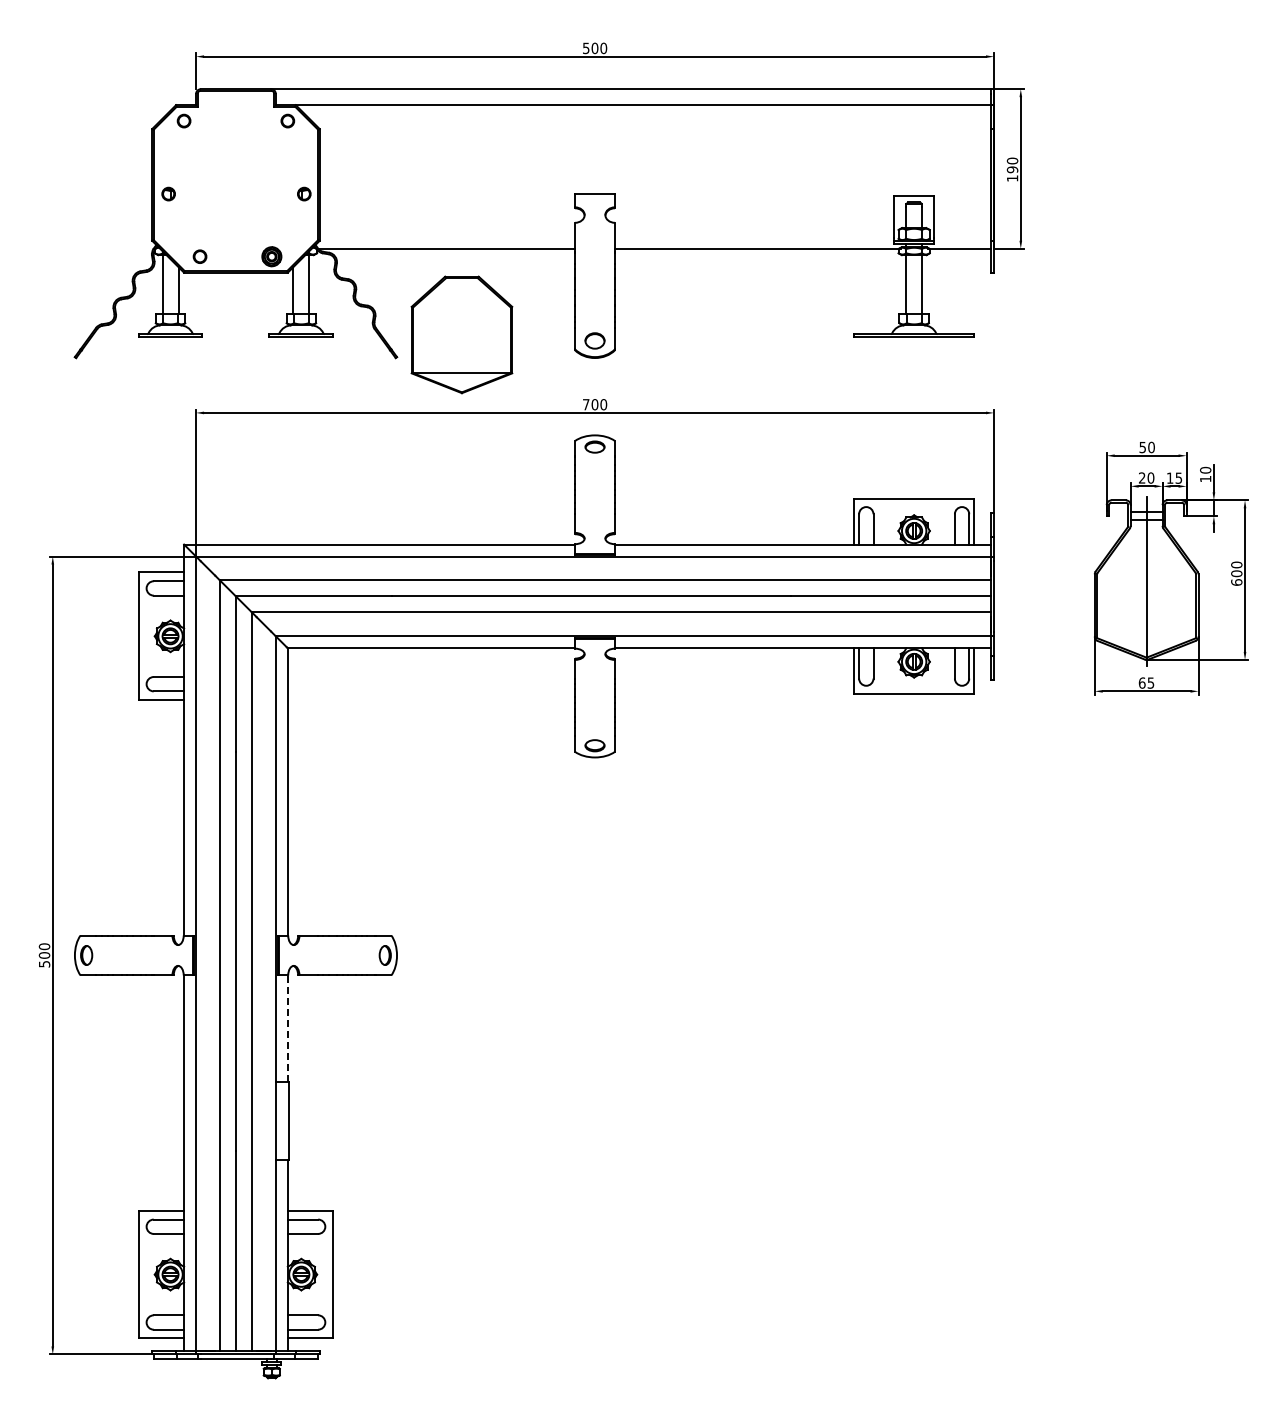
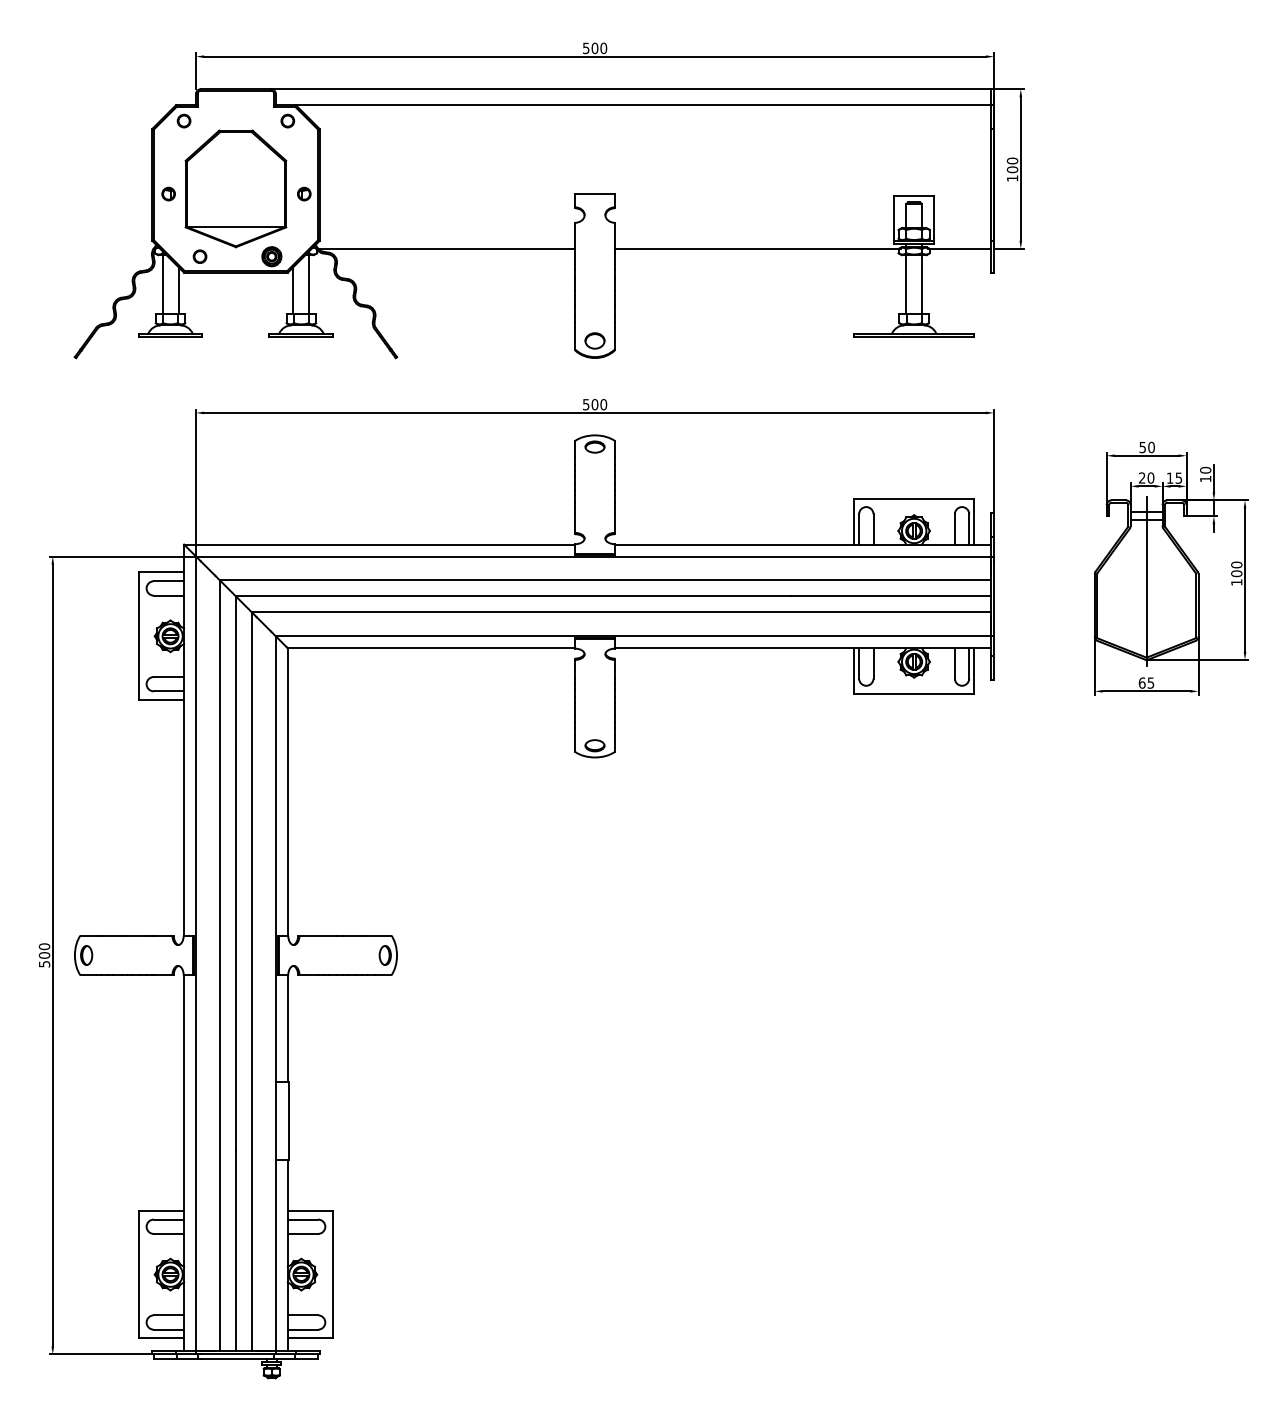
text at (1012, 169): 190 -> 100
part at (461, 334) position: (461, 334) -> (235, 188)
text at (586, 404): 700 -> 500
text at (1236, 582): 600 -> 100
line at (287, 1027): dashed -> solid
